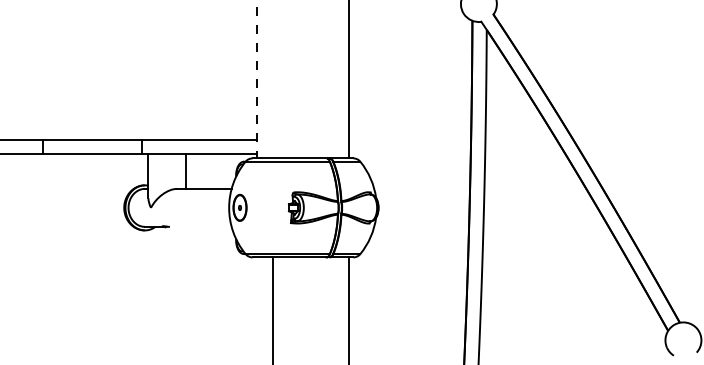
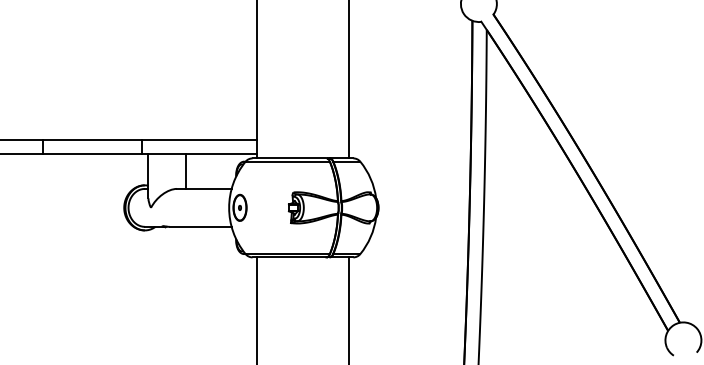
line at (257, 79): dashed -> solid
line at (200, 226): none -> present
line at (273, 309) position: (273, 309) -> (257, 309)
